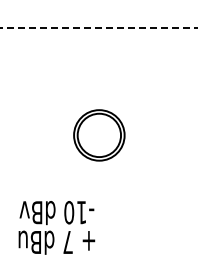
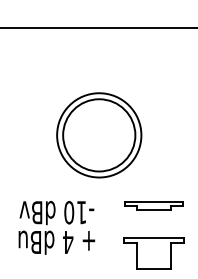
line at (98, 27): dashed -> solid
part at (99, 135) size: 53x53 px -> 87x87 px
part at (153, 205): none -> present
text at (68, 242): 7 -> 4
part at (153, 253): none -> present
